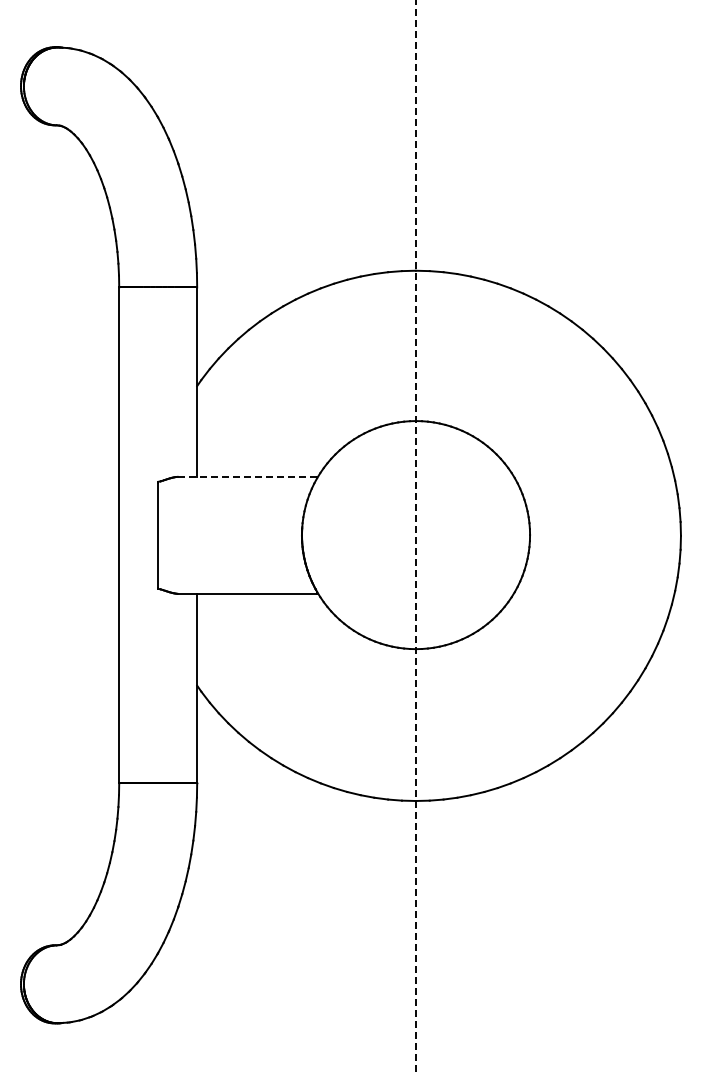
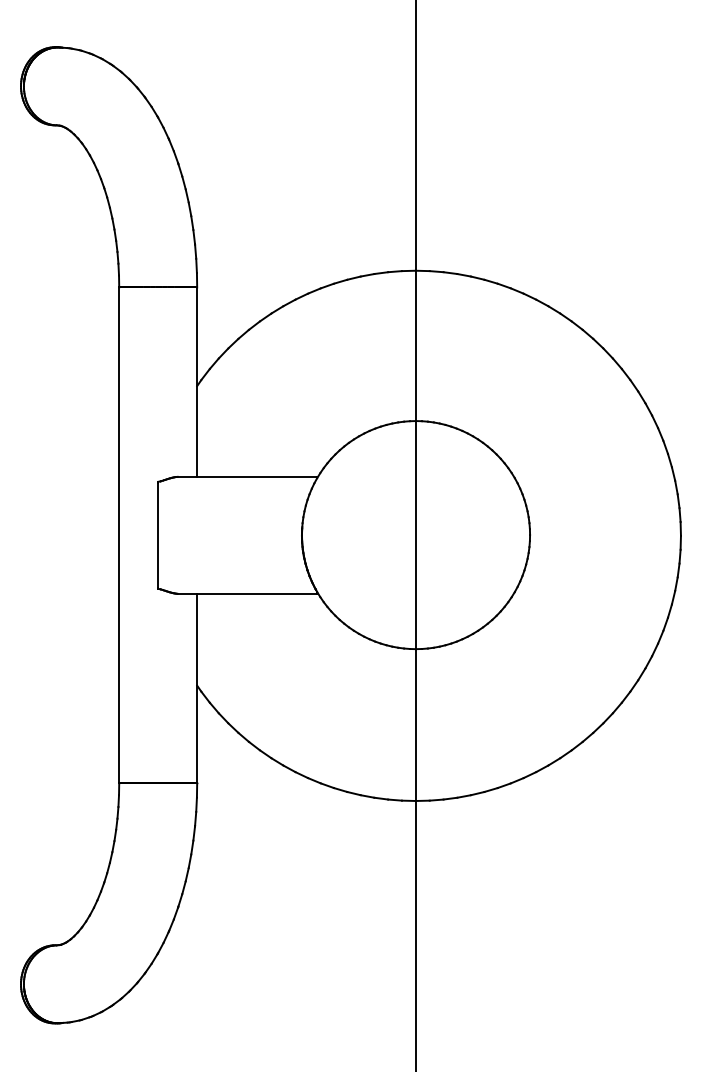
line at (247, 476): dashed -> solid
line at (416, 536): dashed -> solid
